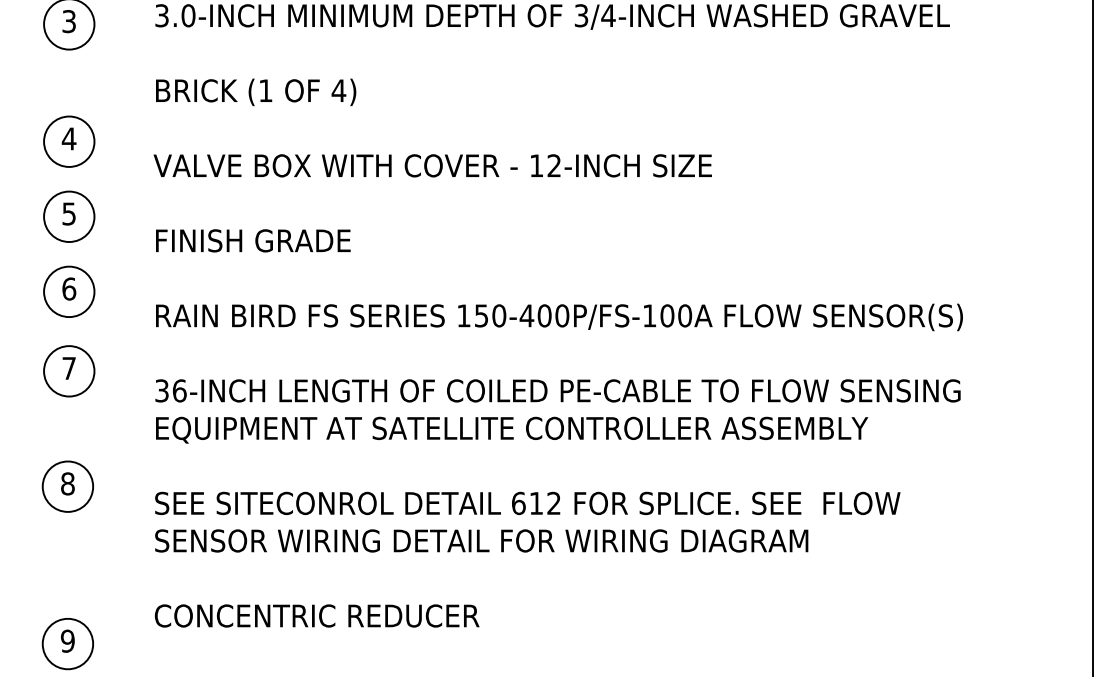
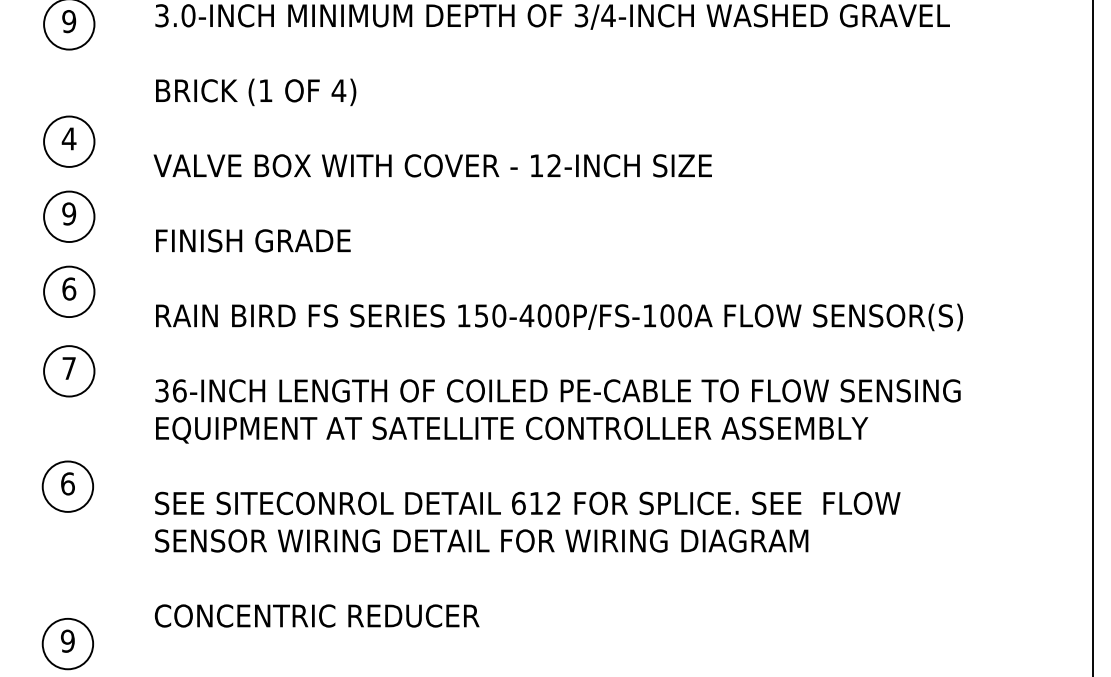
text at (69, 21): 3 -> 9
text at (69, 213): 5 -> 9
text at (67, 483): 8 -> 6
